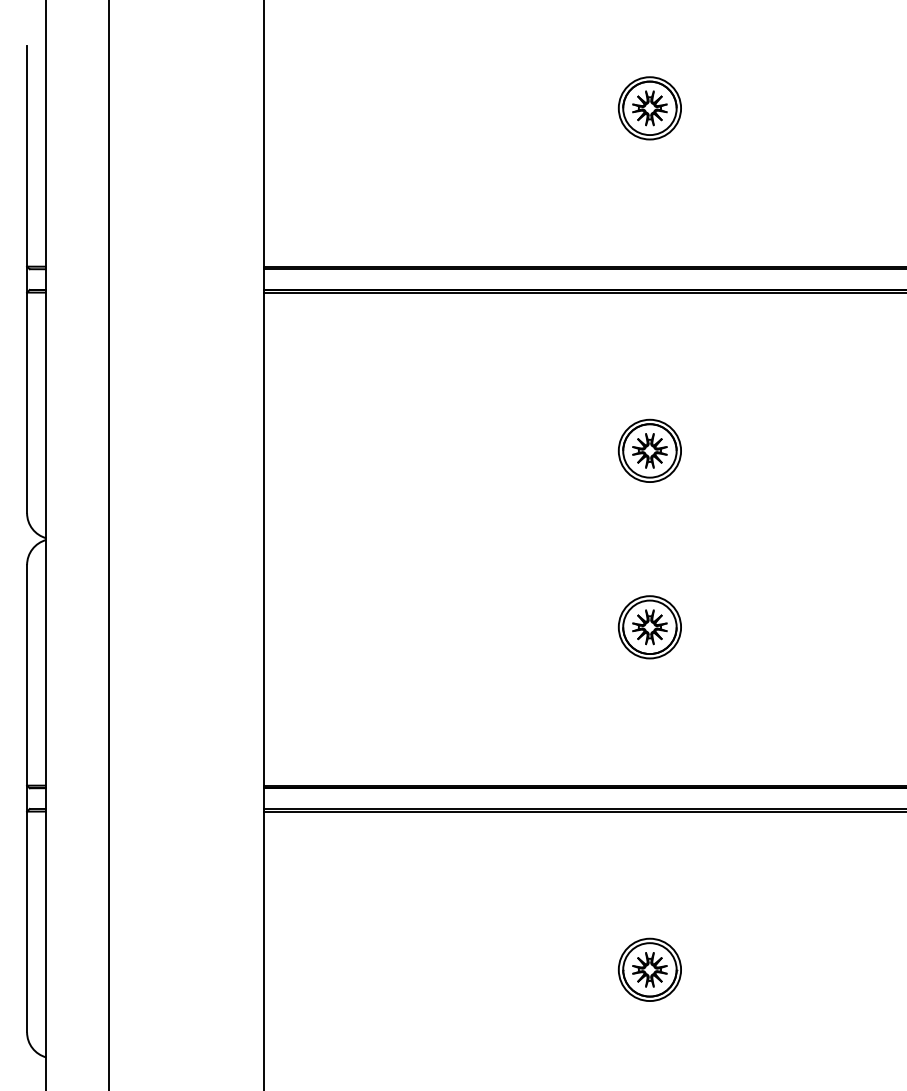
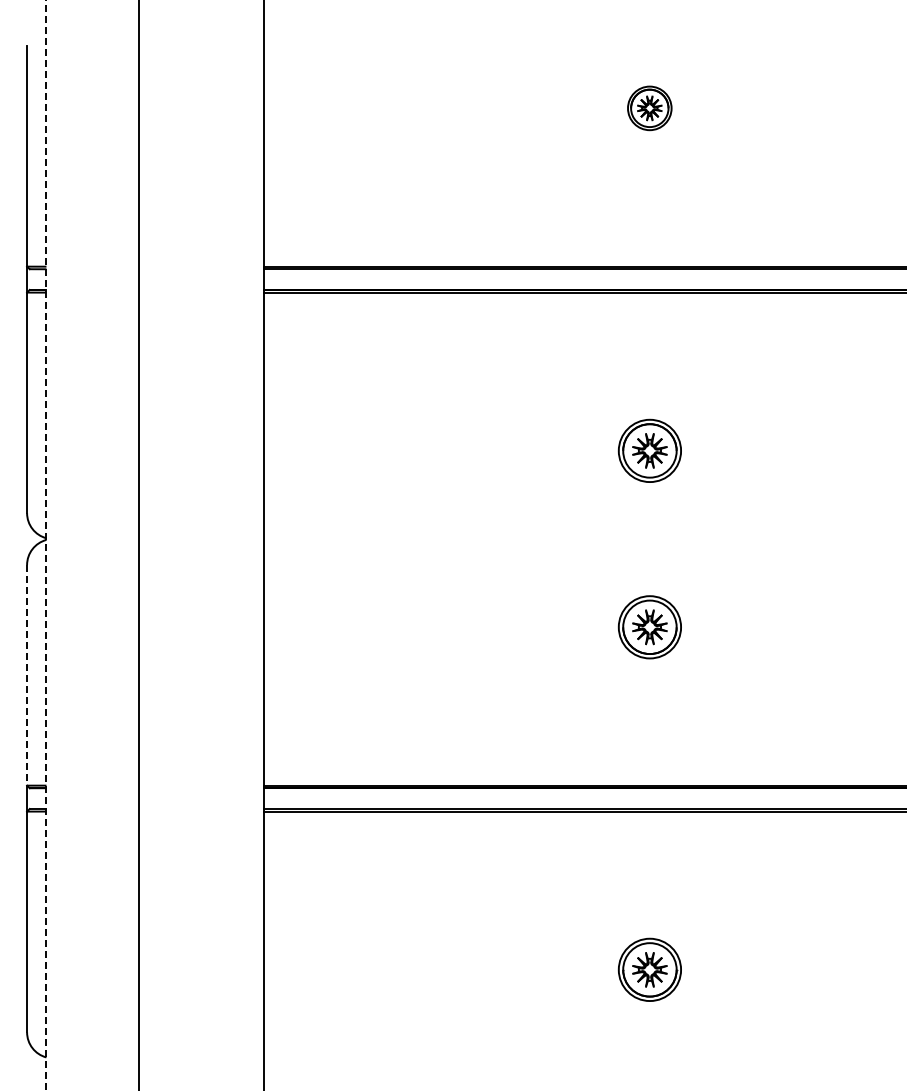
part at (649, 108) size: 65x65 px -> 46x47 px
line at (46, 544): solid -> dashed
line at (108, 544) position: (108, 544) -> (138, 544)
line at (27, 675): solid -> dashed
